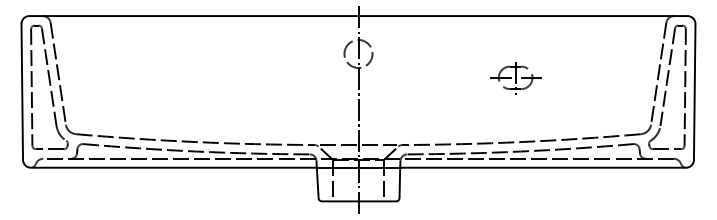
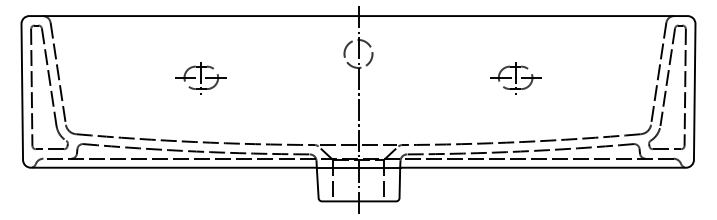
part at (200, 78): none -> present
